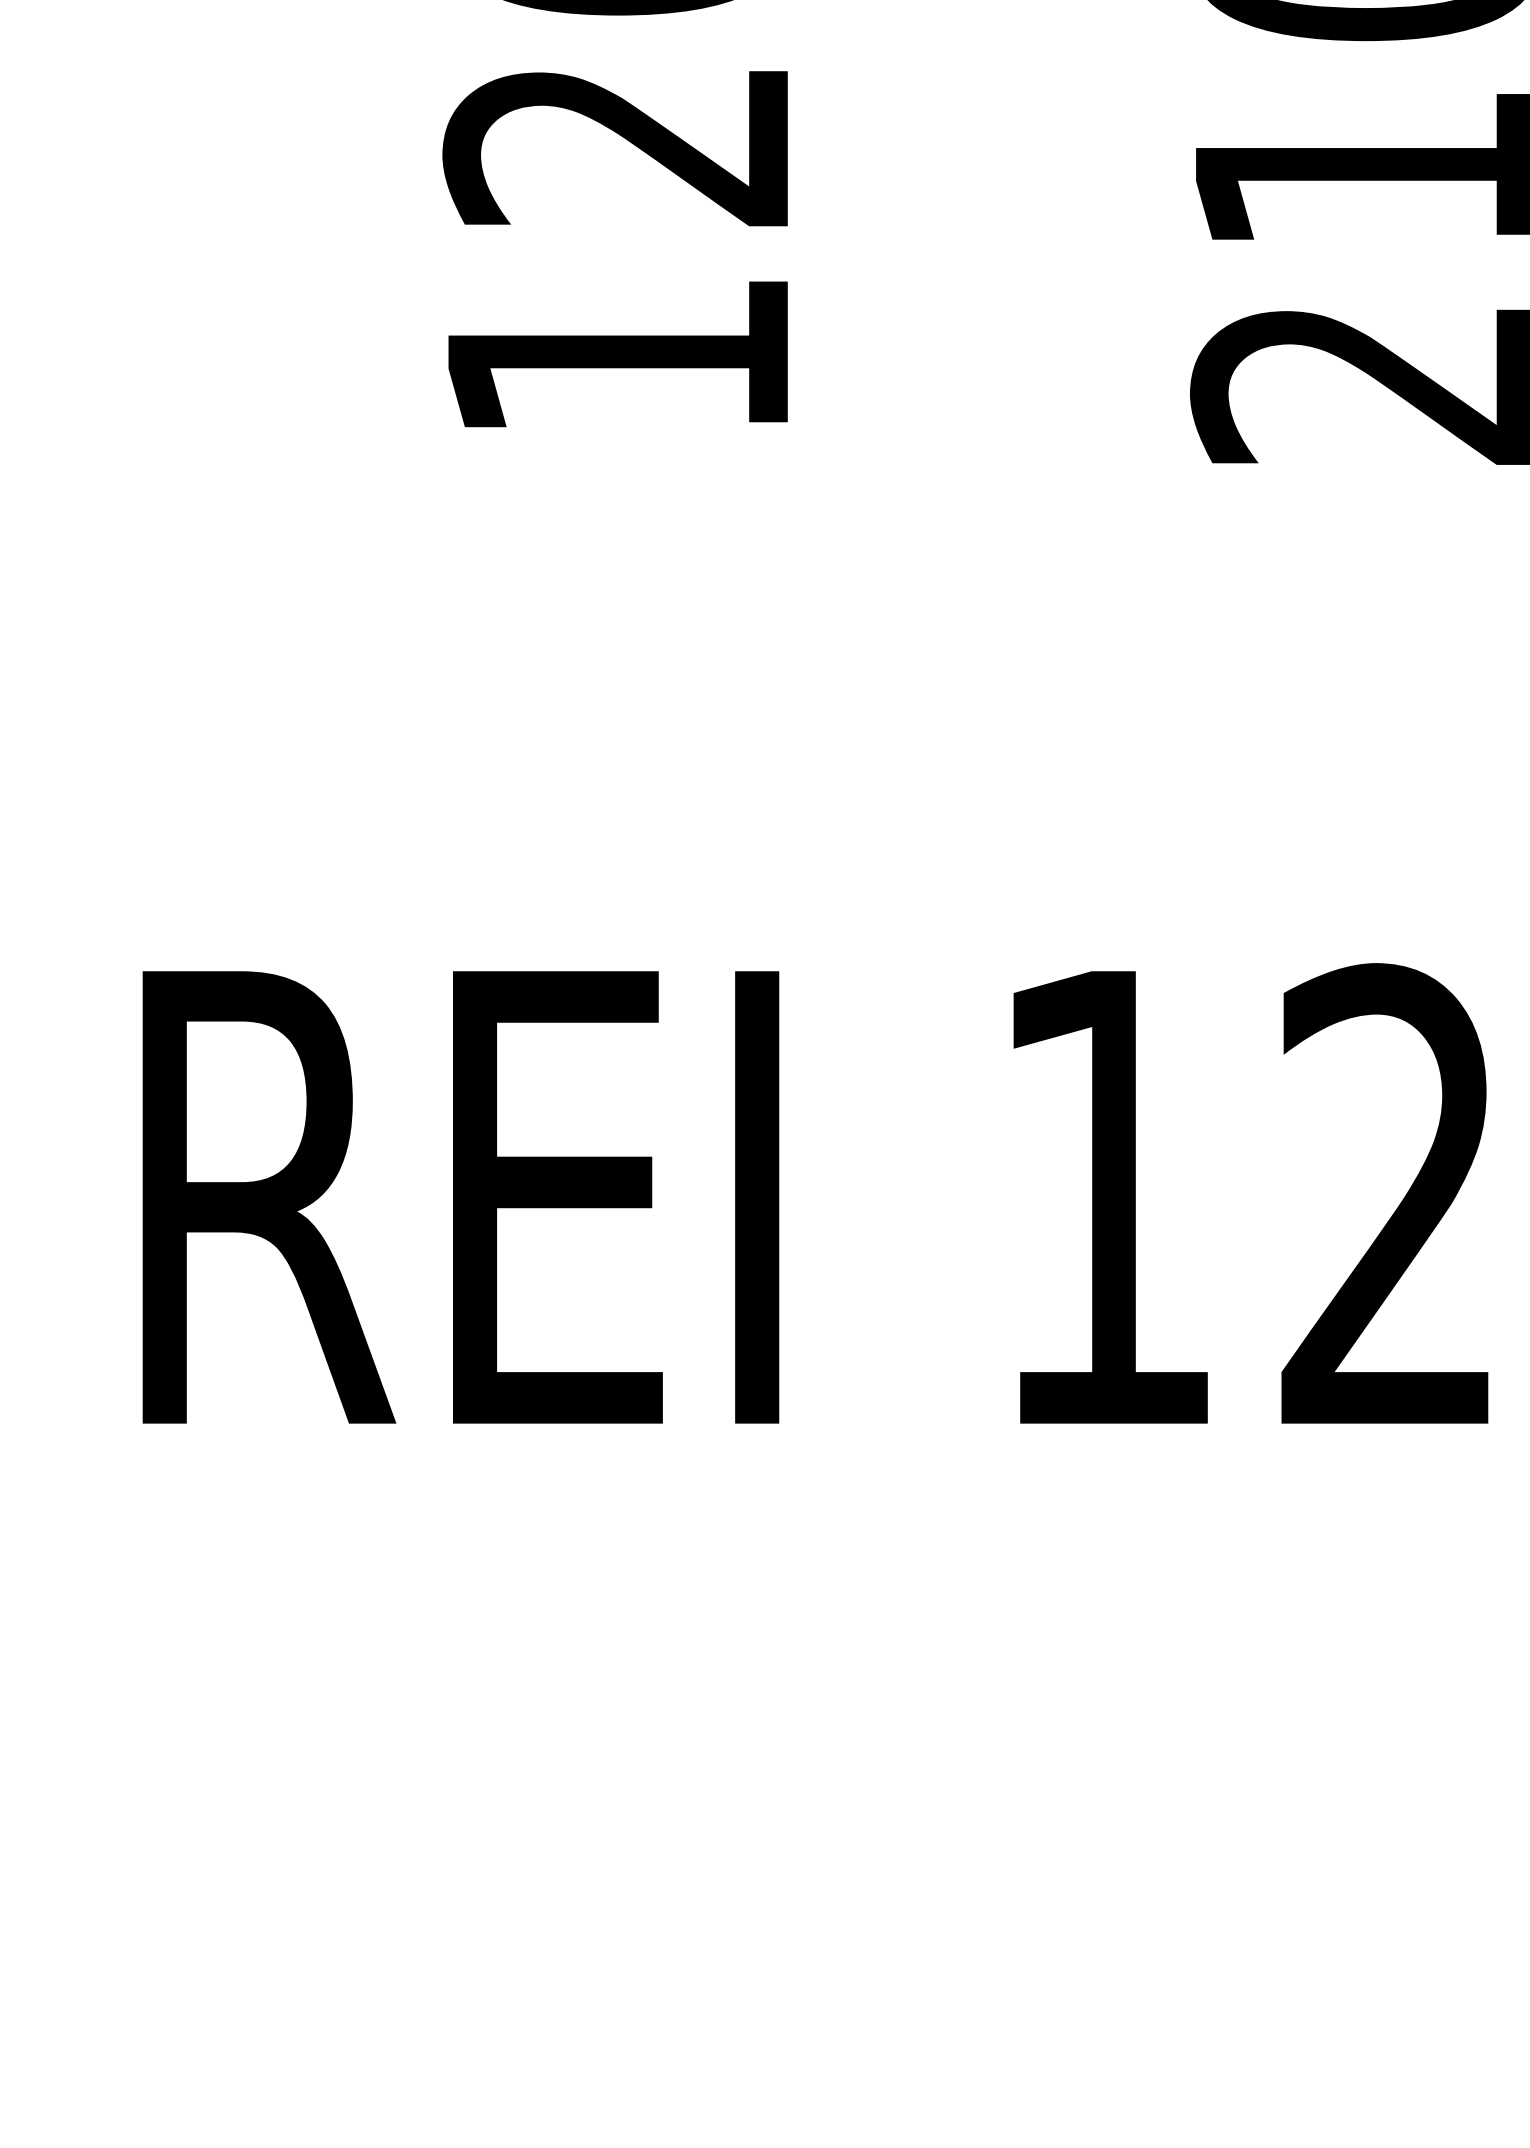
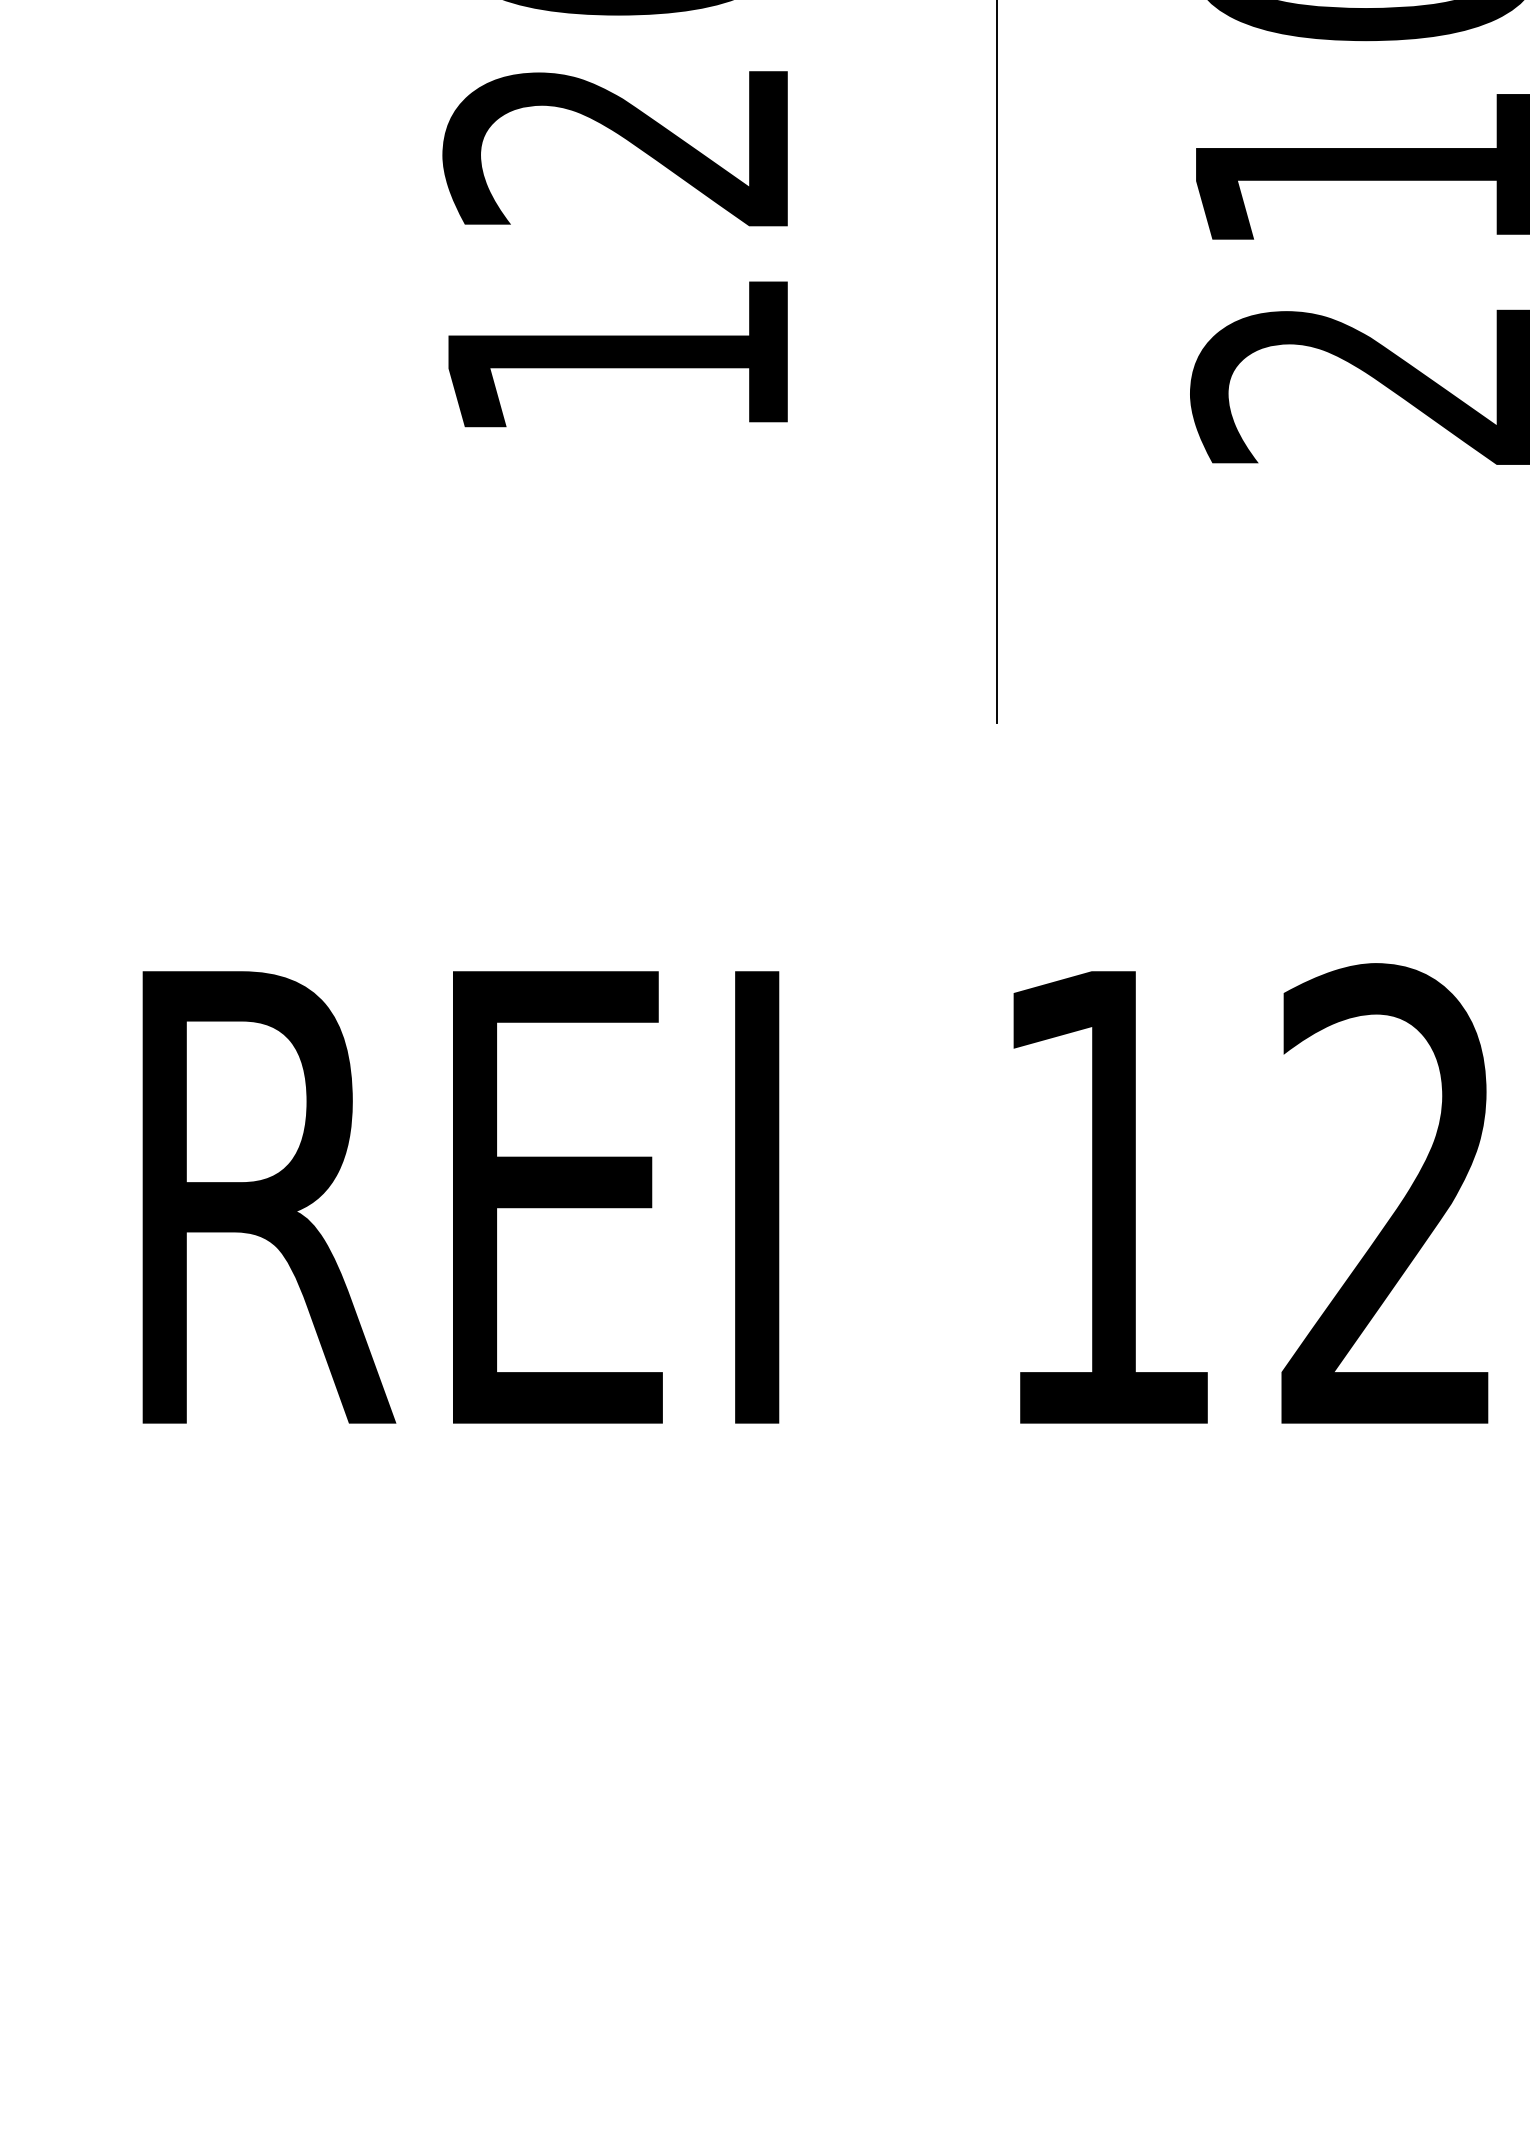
line at (996, 362): none -> present
